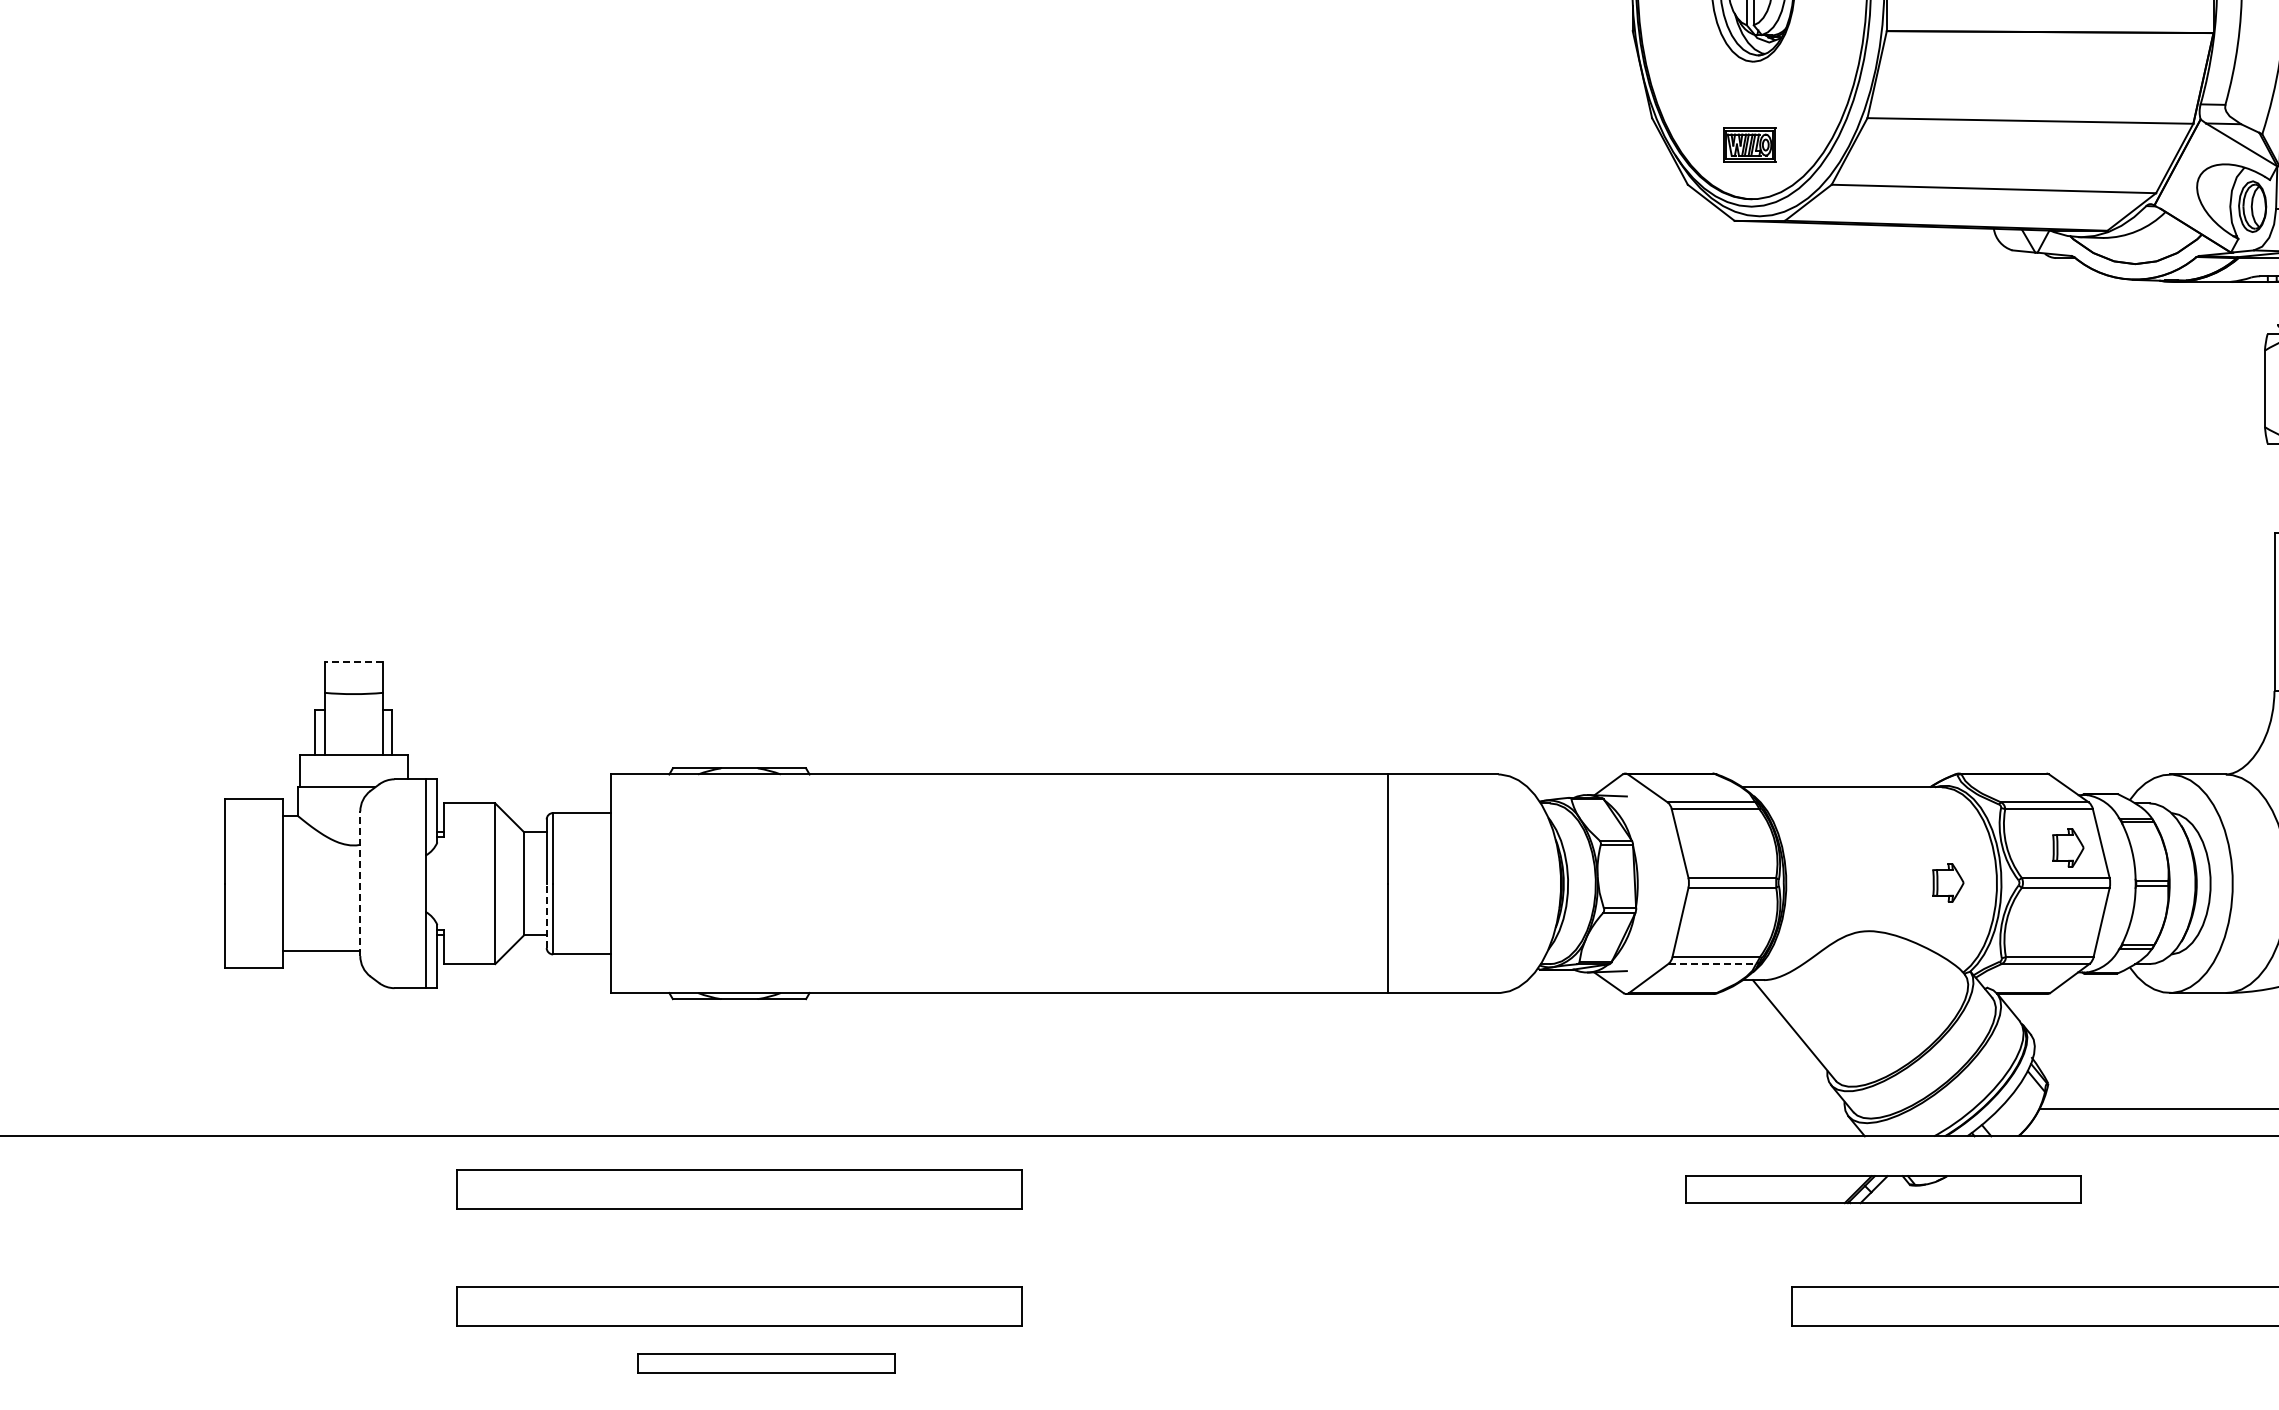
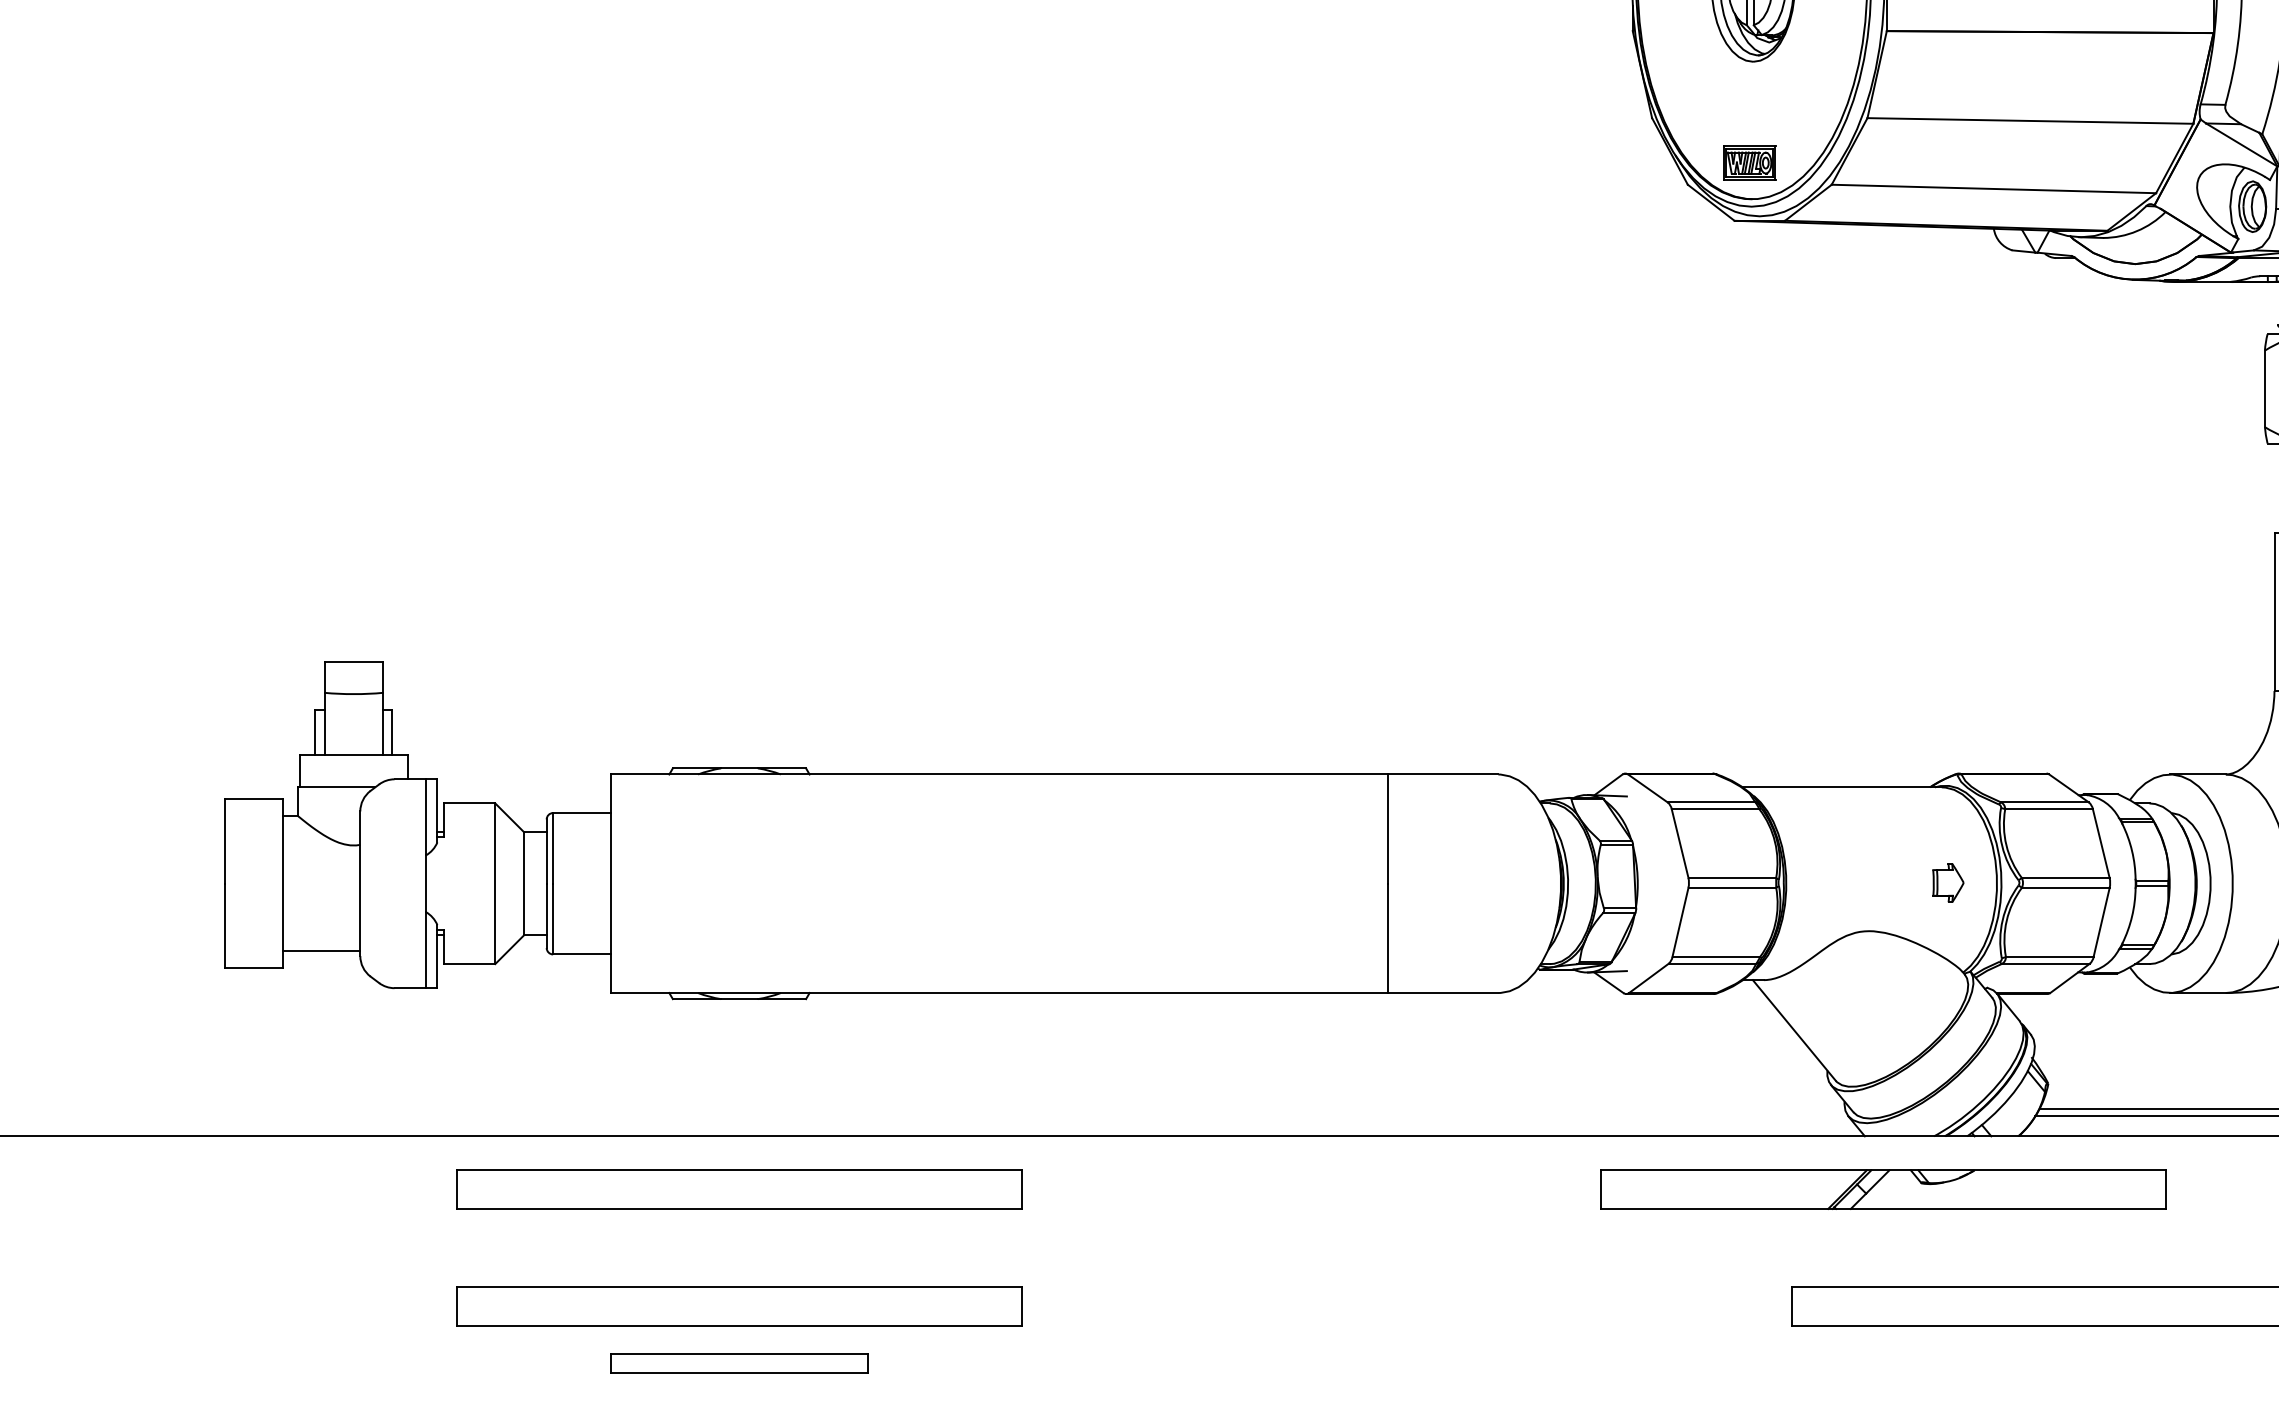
part at (1749, 144) position: (1749, 144) -> (1749, 162)
line at (353, 662): dashed -> solid
part at (2068, 847): present -> none
line at (360, 883): dashed -> solid
line at (546, 915): dashed -> solid
line at (1712, 963): dashed -> solid
line at (2154, 1116): none -> present
part at (1883, 1189) size: 397x30 px -> 567x41 px
part at (766, 1363) position: (766, 1363) -> (739, 1363)
